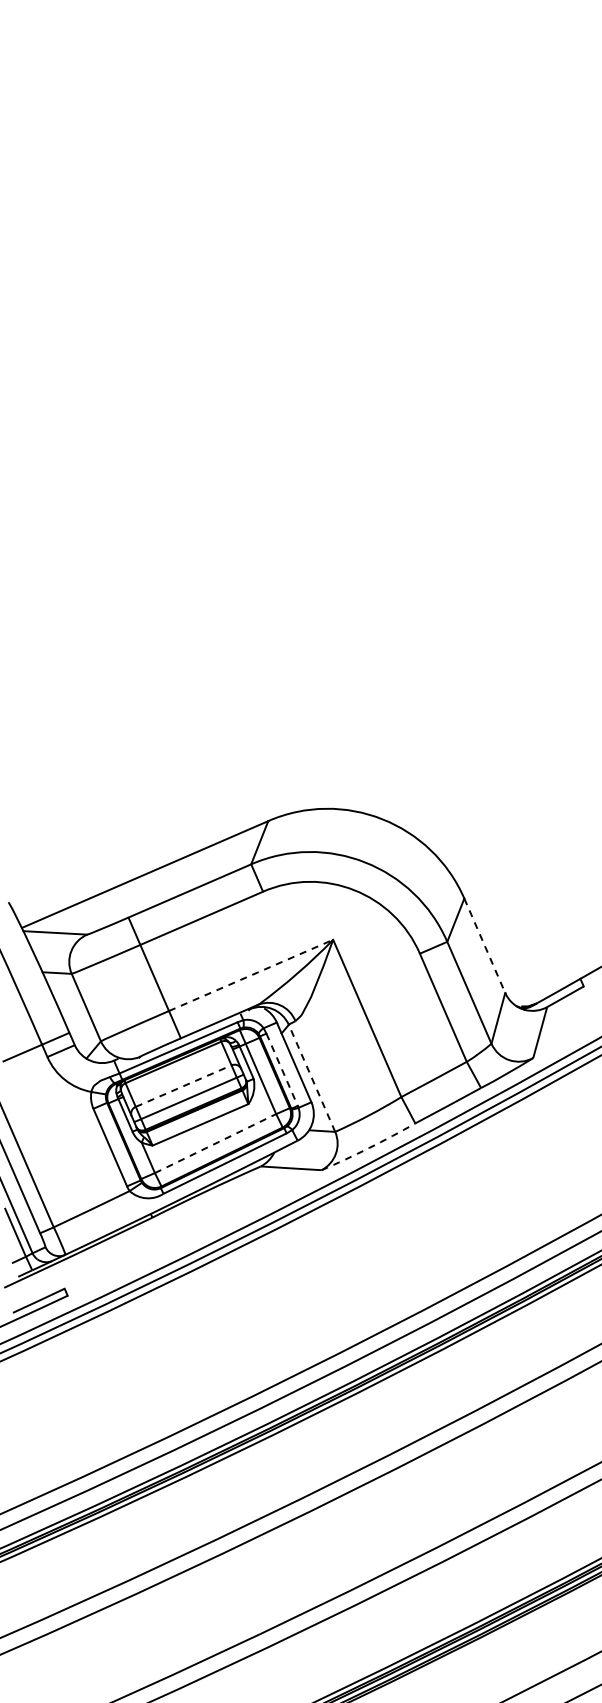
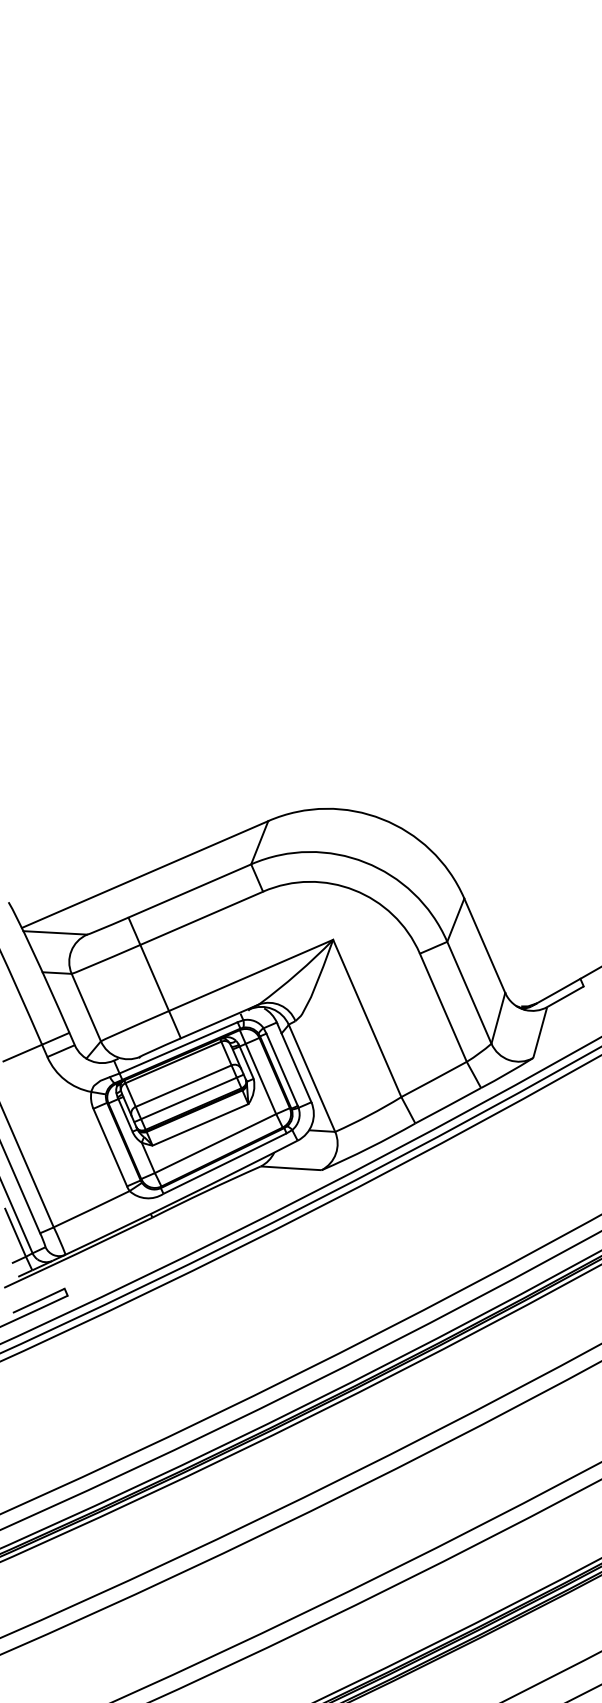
line at (485, 946): dashed -> solid
line at (251, 975): dashed -> solid
line at (282, 1070): dashed -> solid
line at (311, 1077): dashed -> solid
line at (184, 1085): dashed -> solid
line at (216, 1143): dashed -> solid
arc at (369, 1148): dashed -> solid
